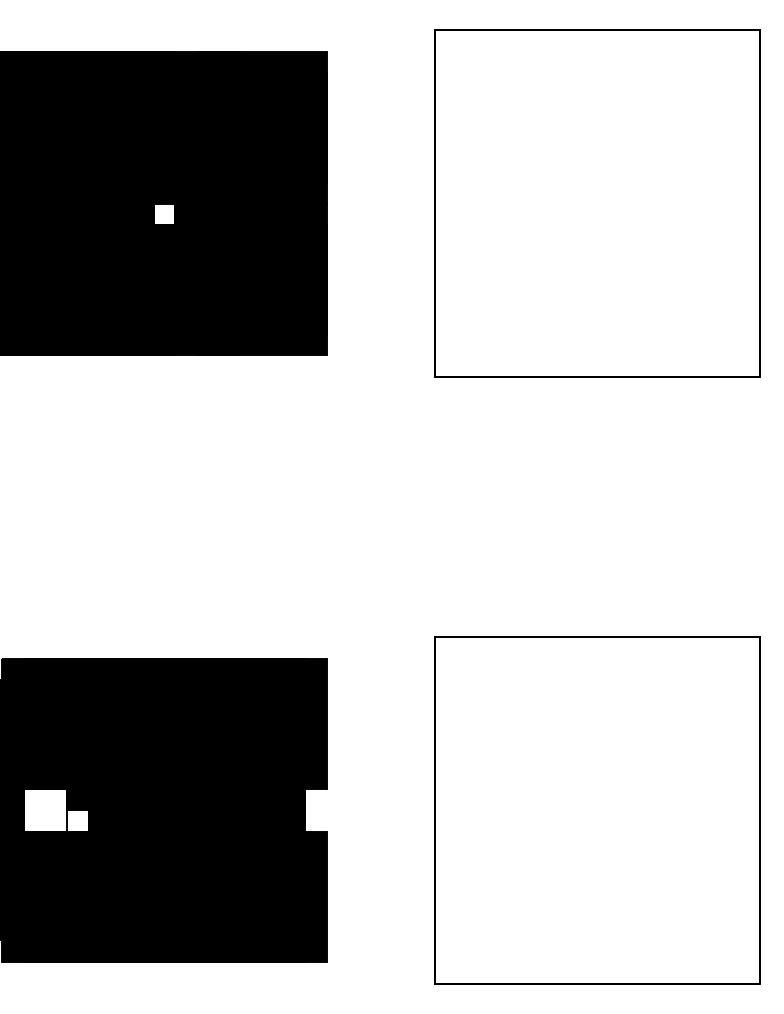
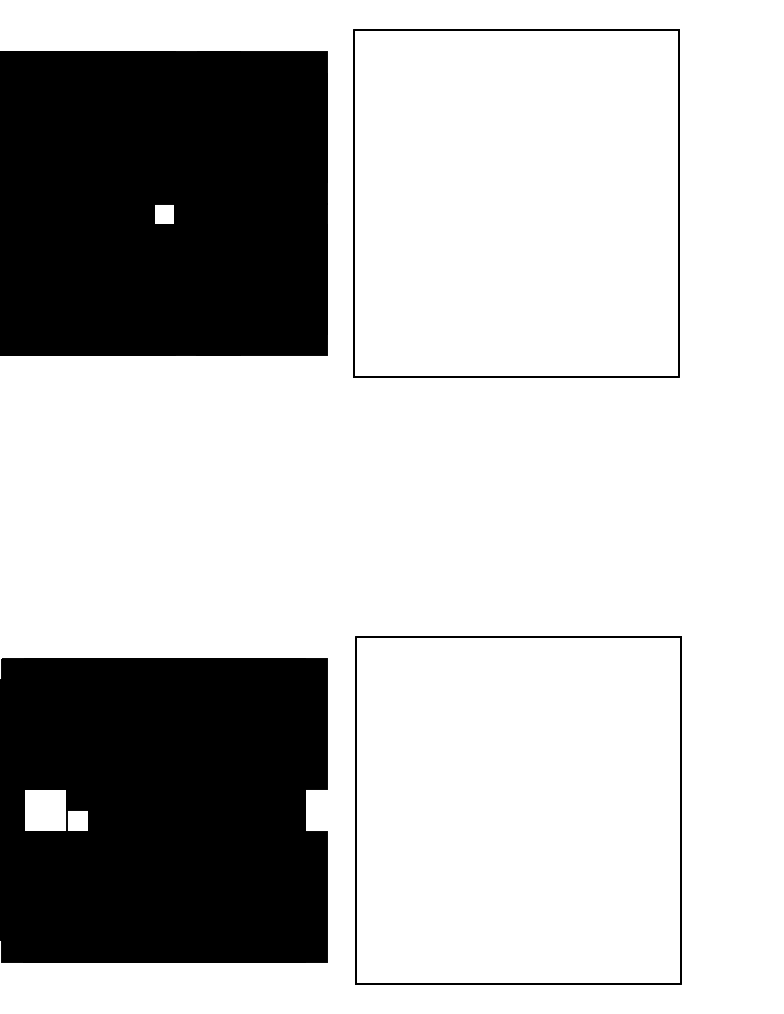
part at (597, 203) position: (597, 203) -> (516, 203)
part at (597, 810) position: (597, 810) -> (518, 810)
